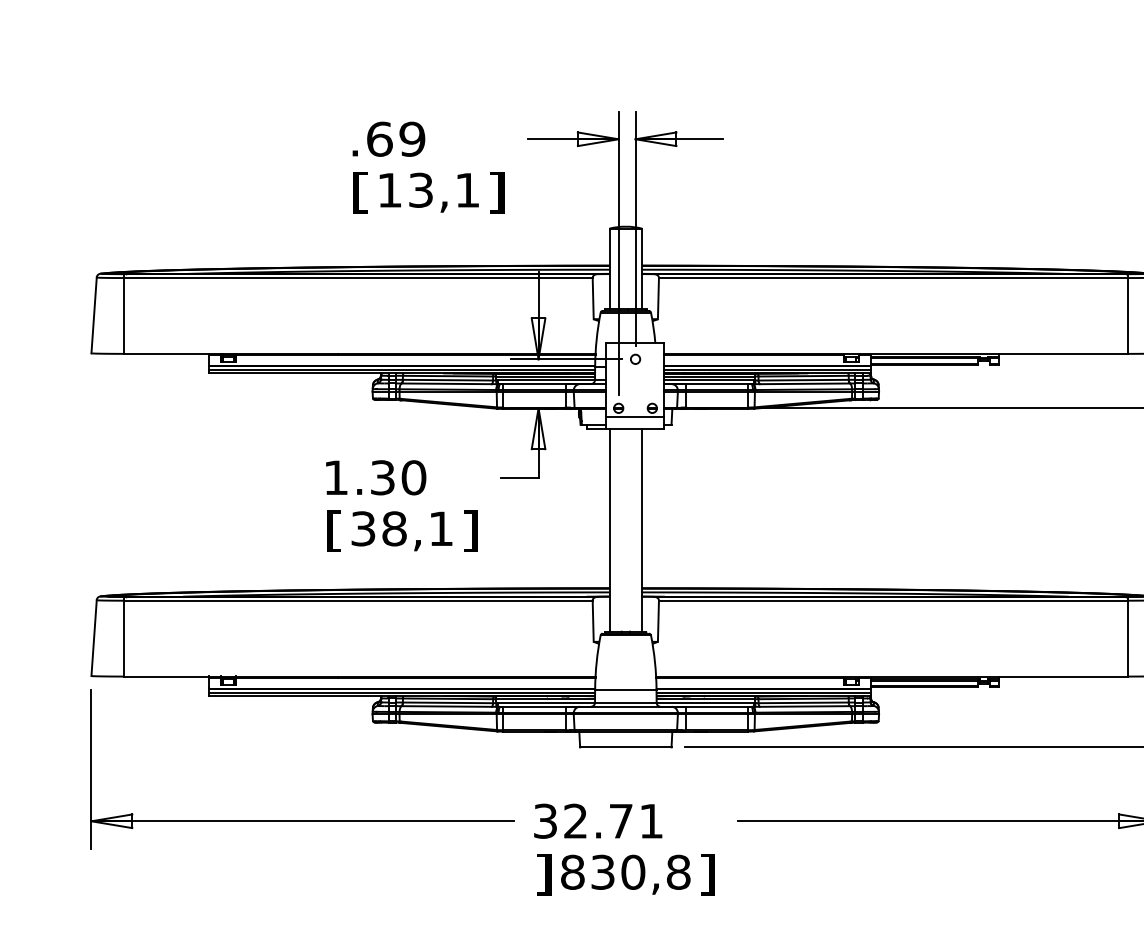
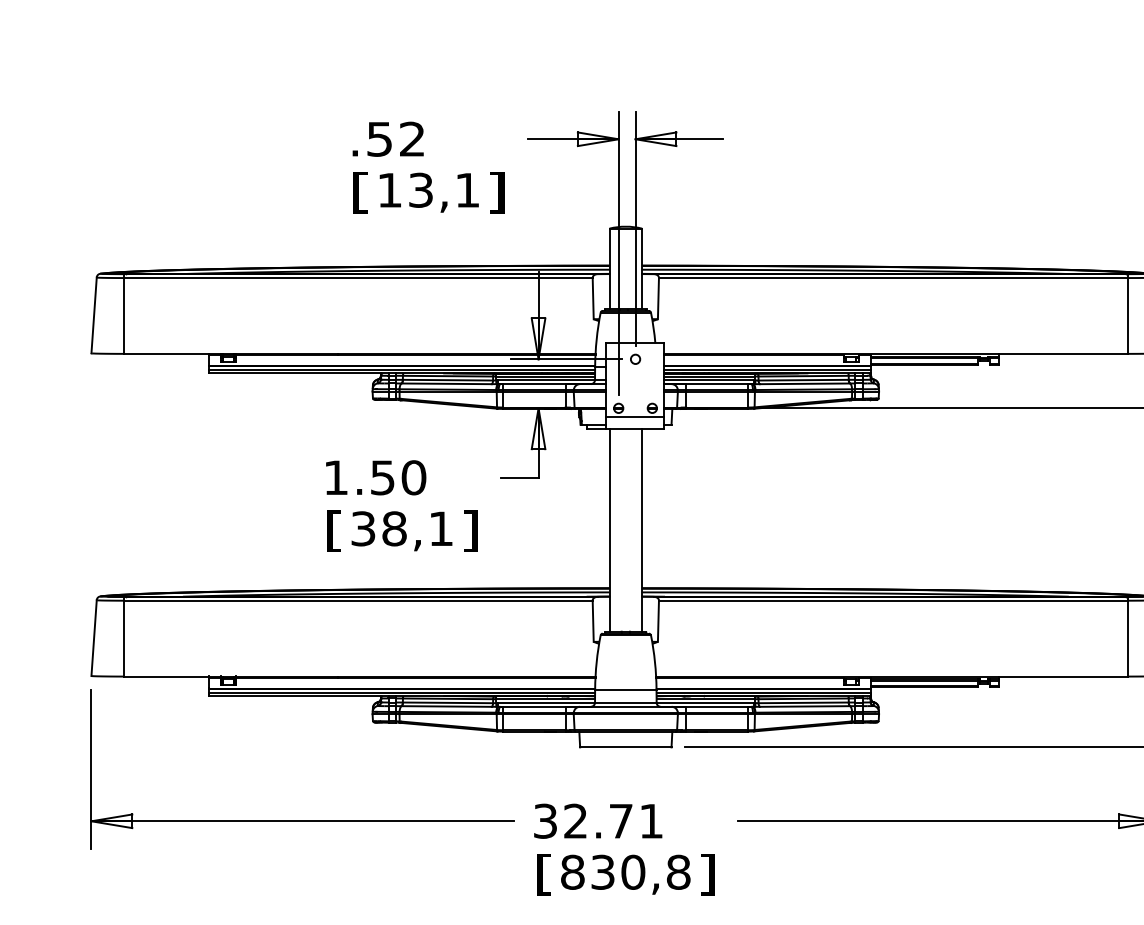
text at (396, 138): .69 -> .52
text at (382, 477): 1.30 -> 1.50
text at (544, 874): ] -> [
